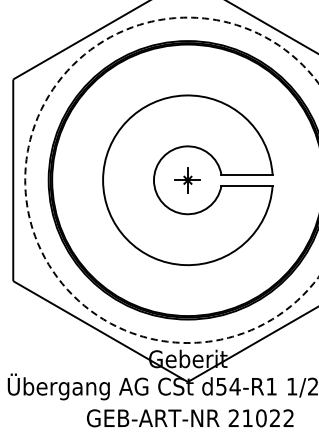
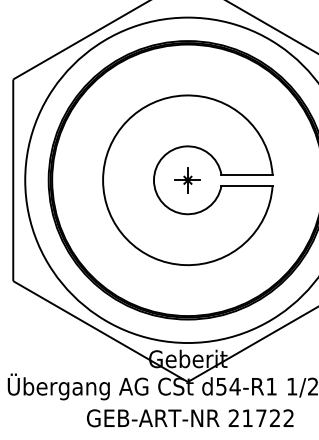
circle at (171, 180): dashed -> solid
text at (261, 418): 21022 -> 21722
